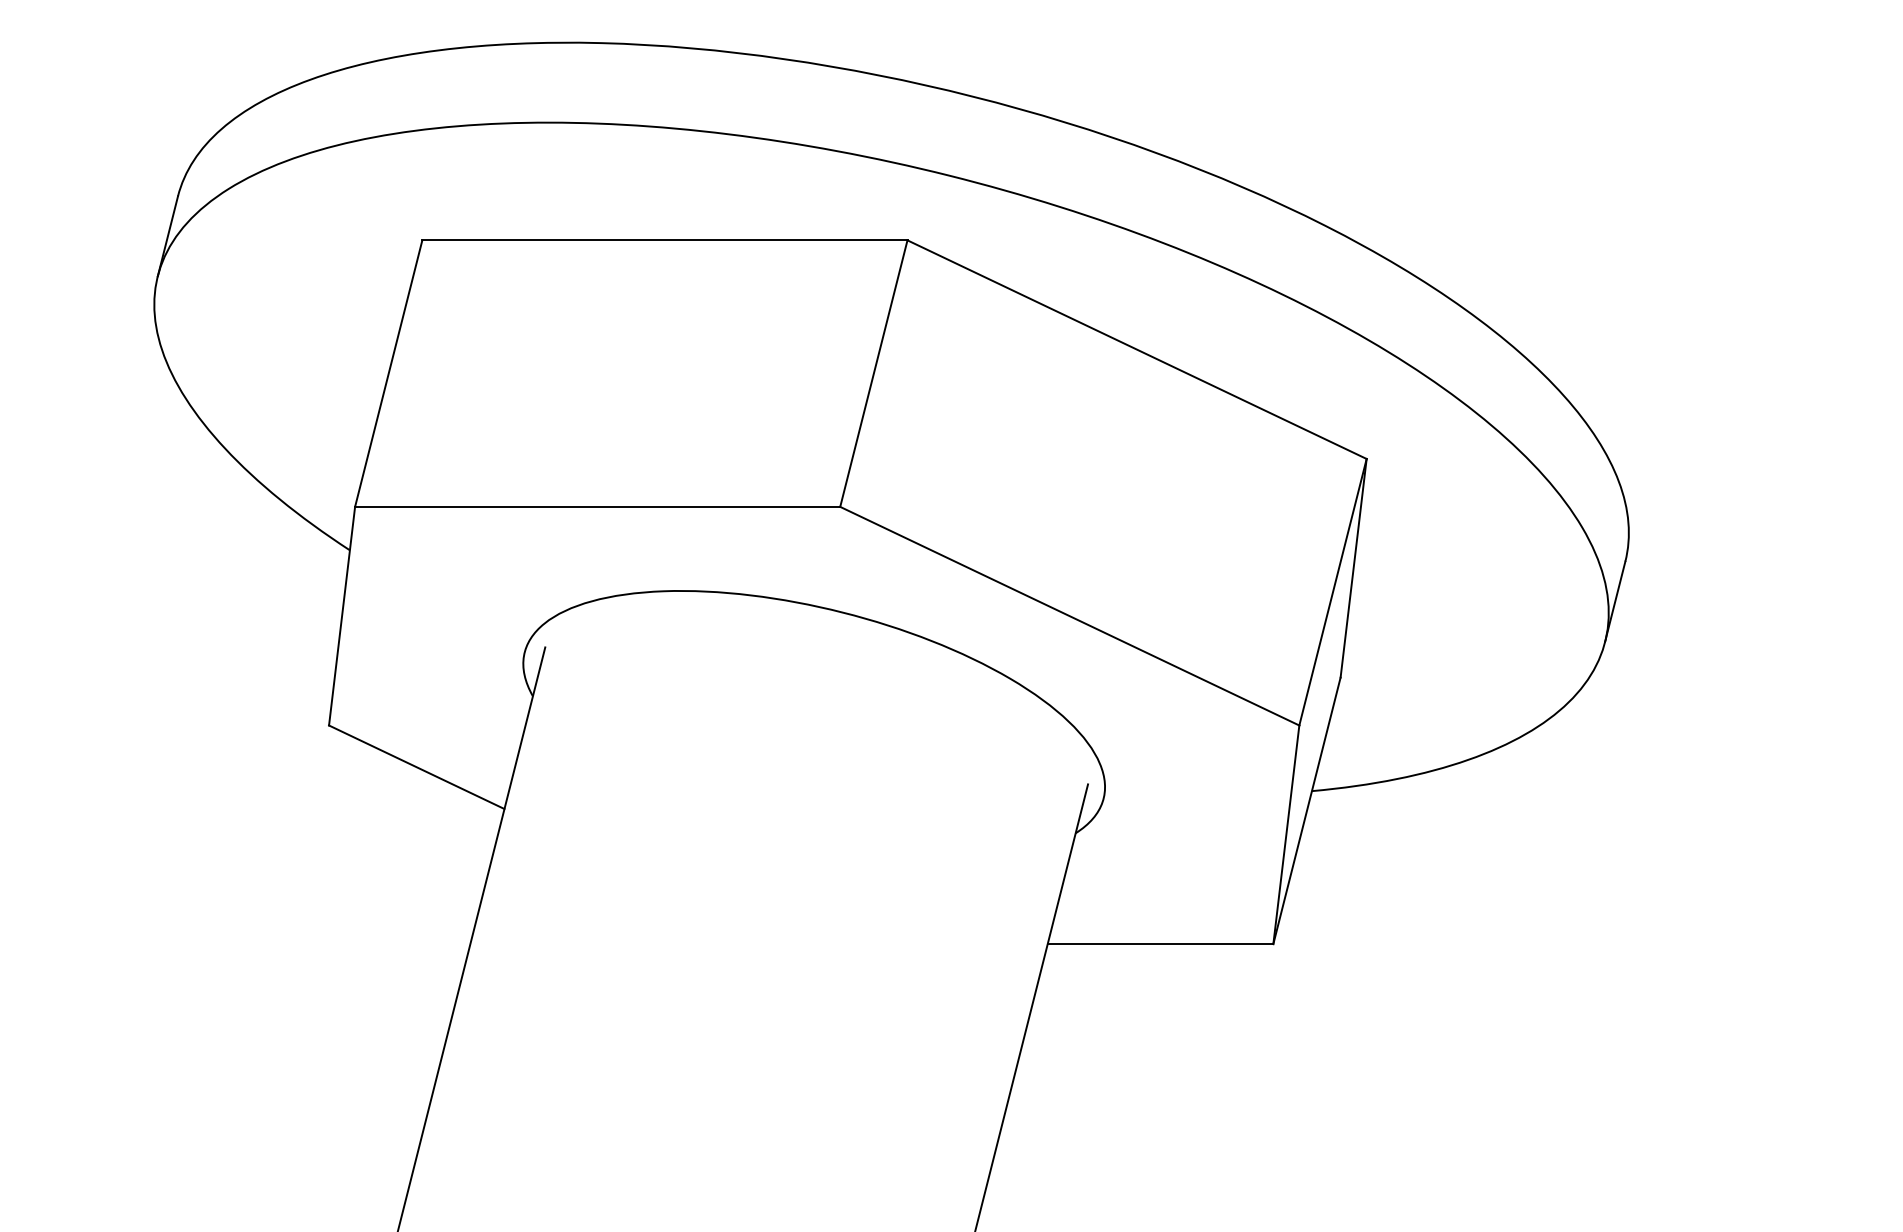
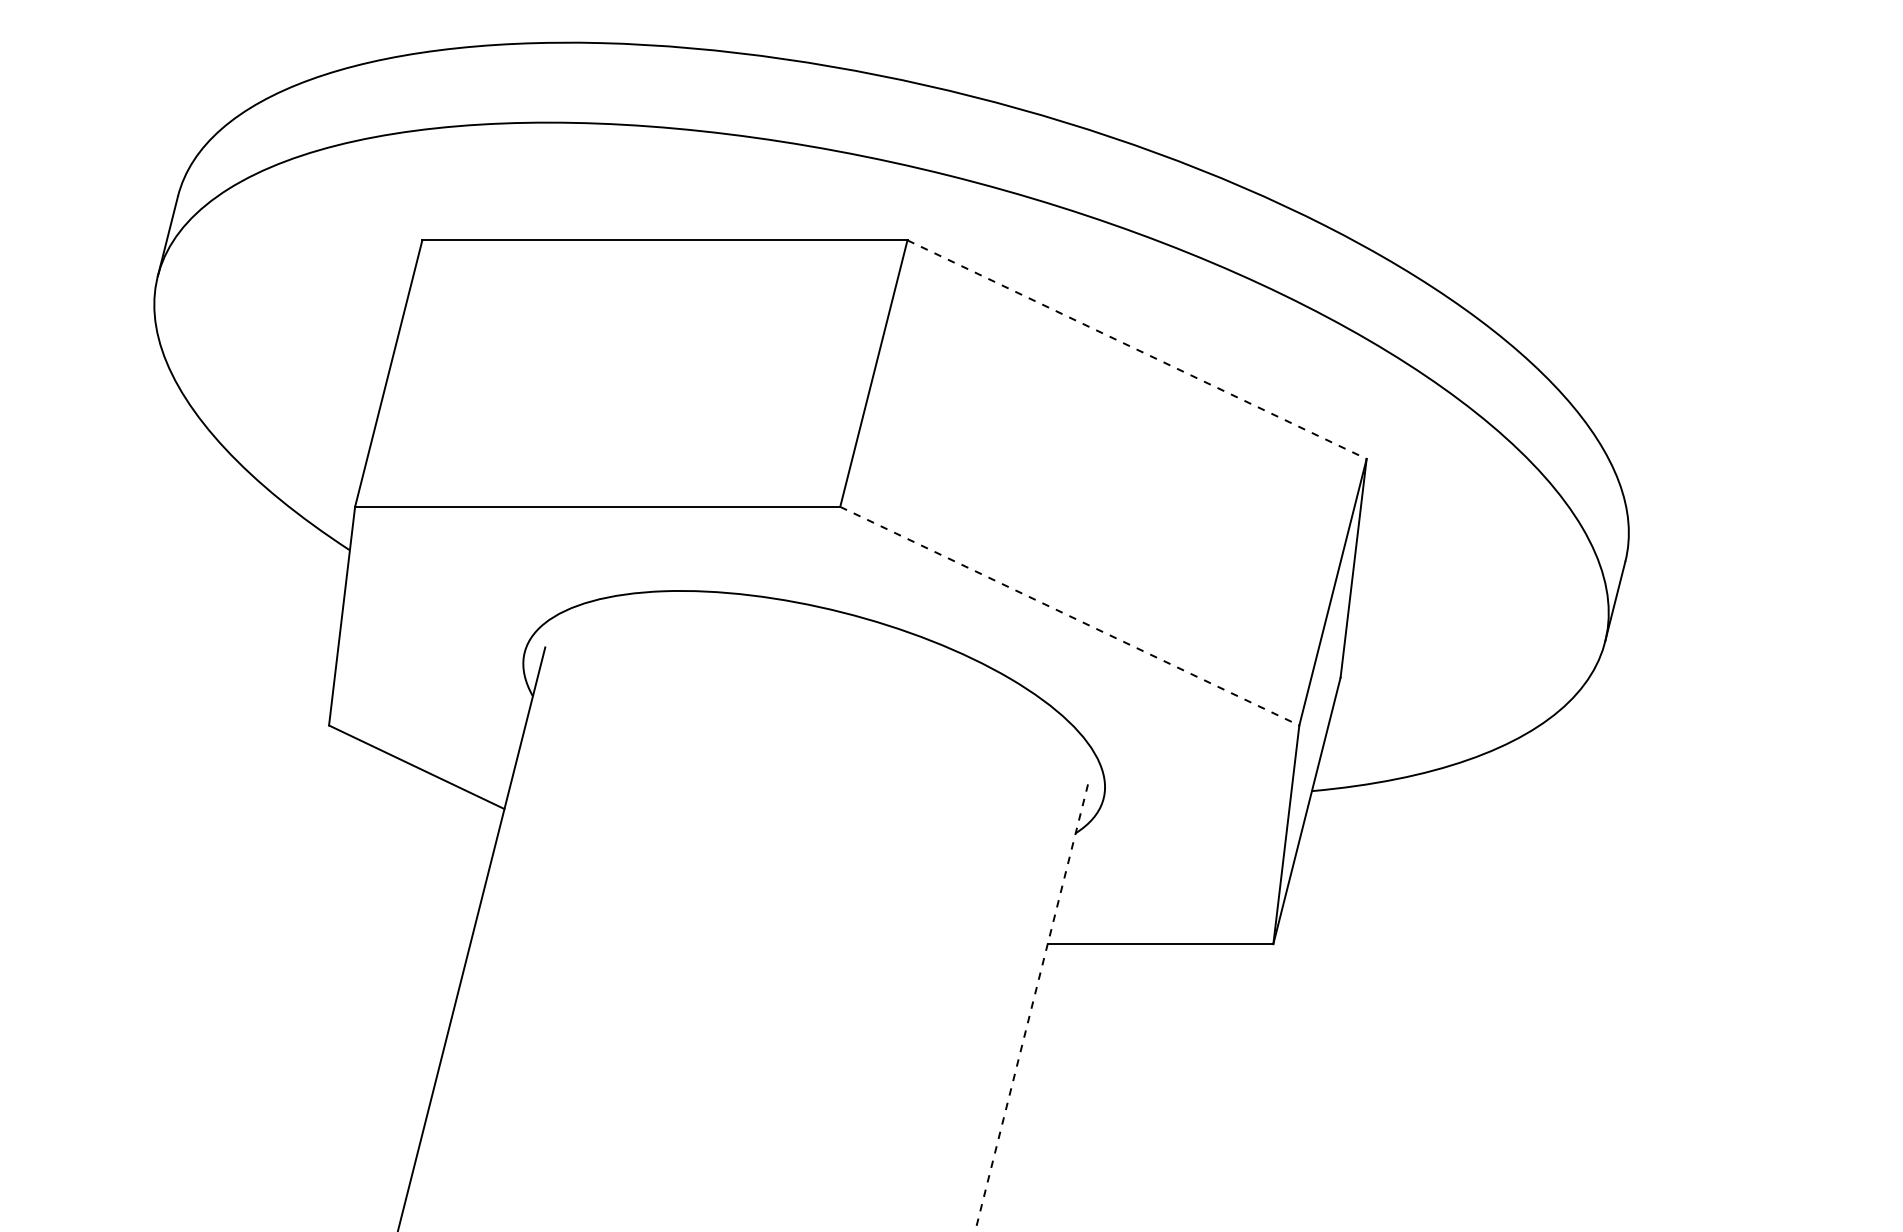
line at (1137, 349): solid -> dashed
line at (1070, 616): solid -> dashed
line at (1031, 1008): solid -> dashed
